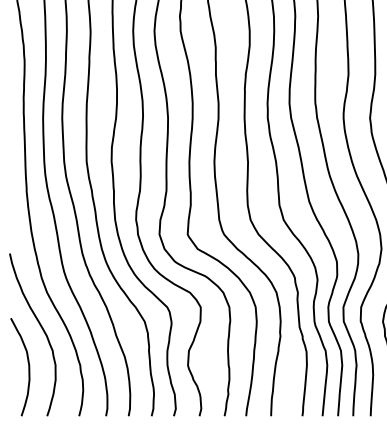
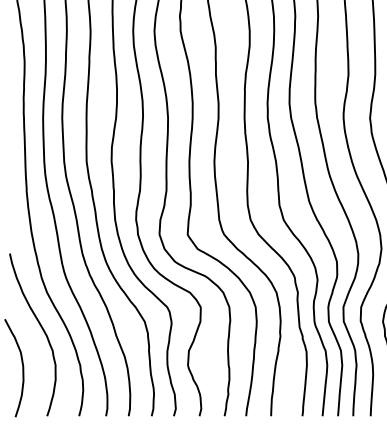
curve at (28, 367) position: (28, 367) -> (22, 368)
